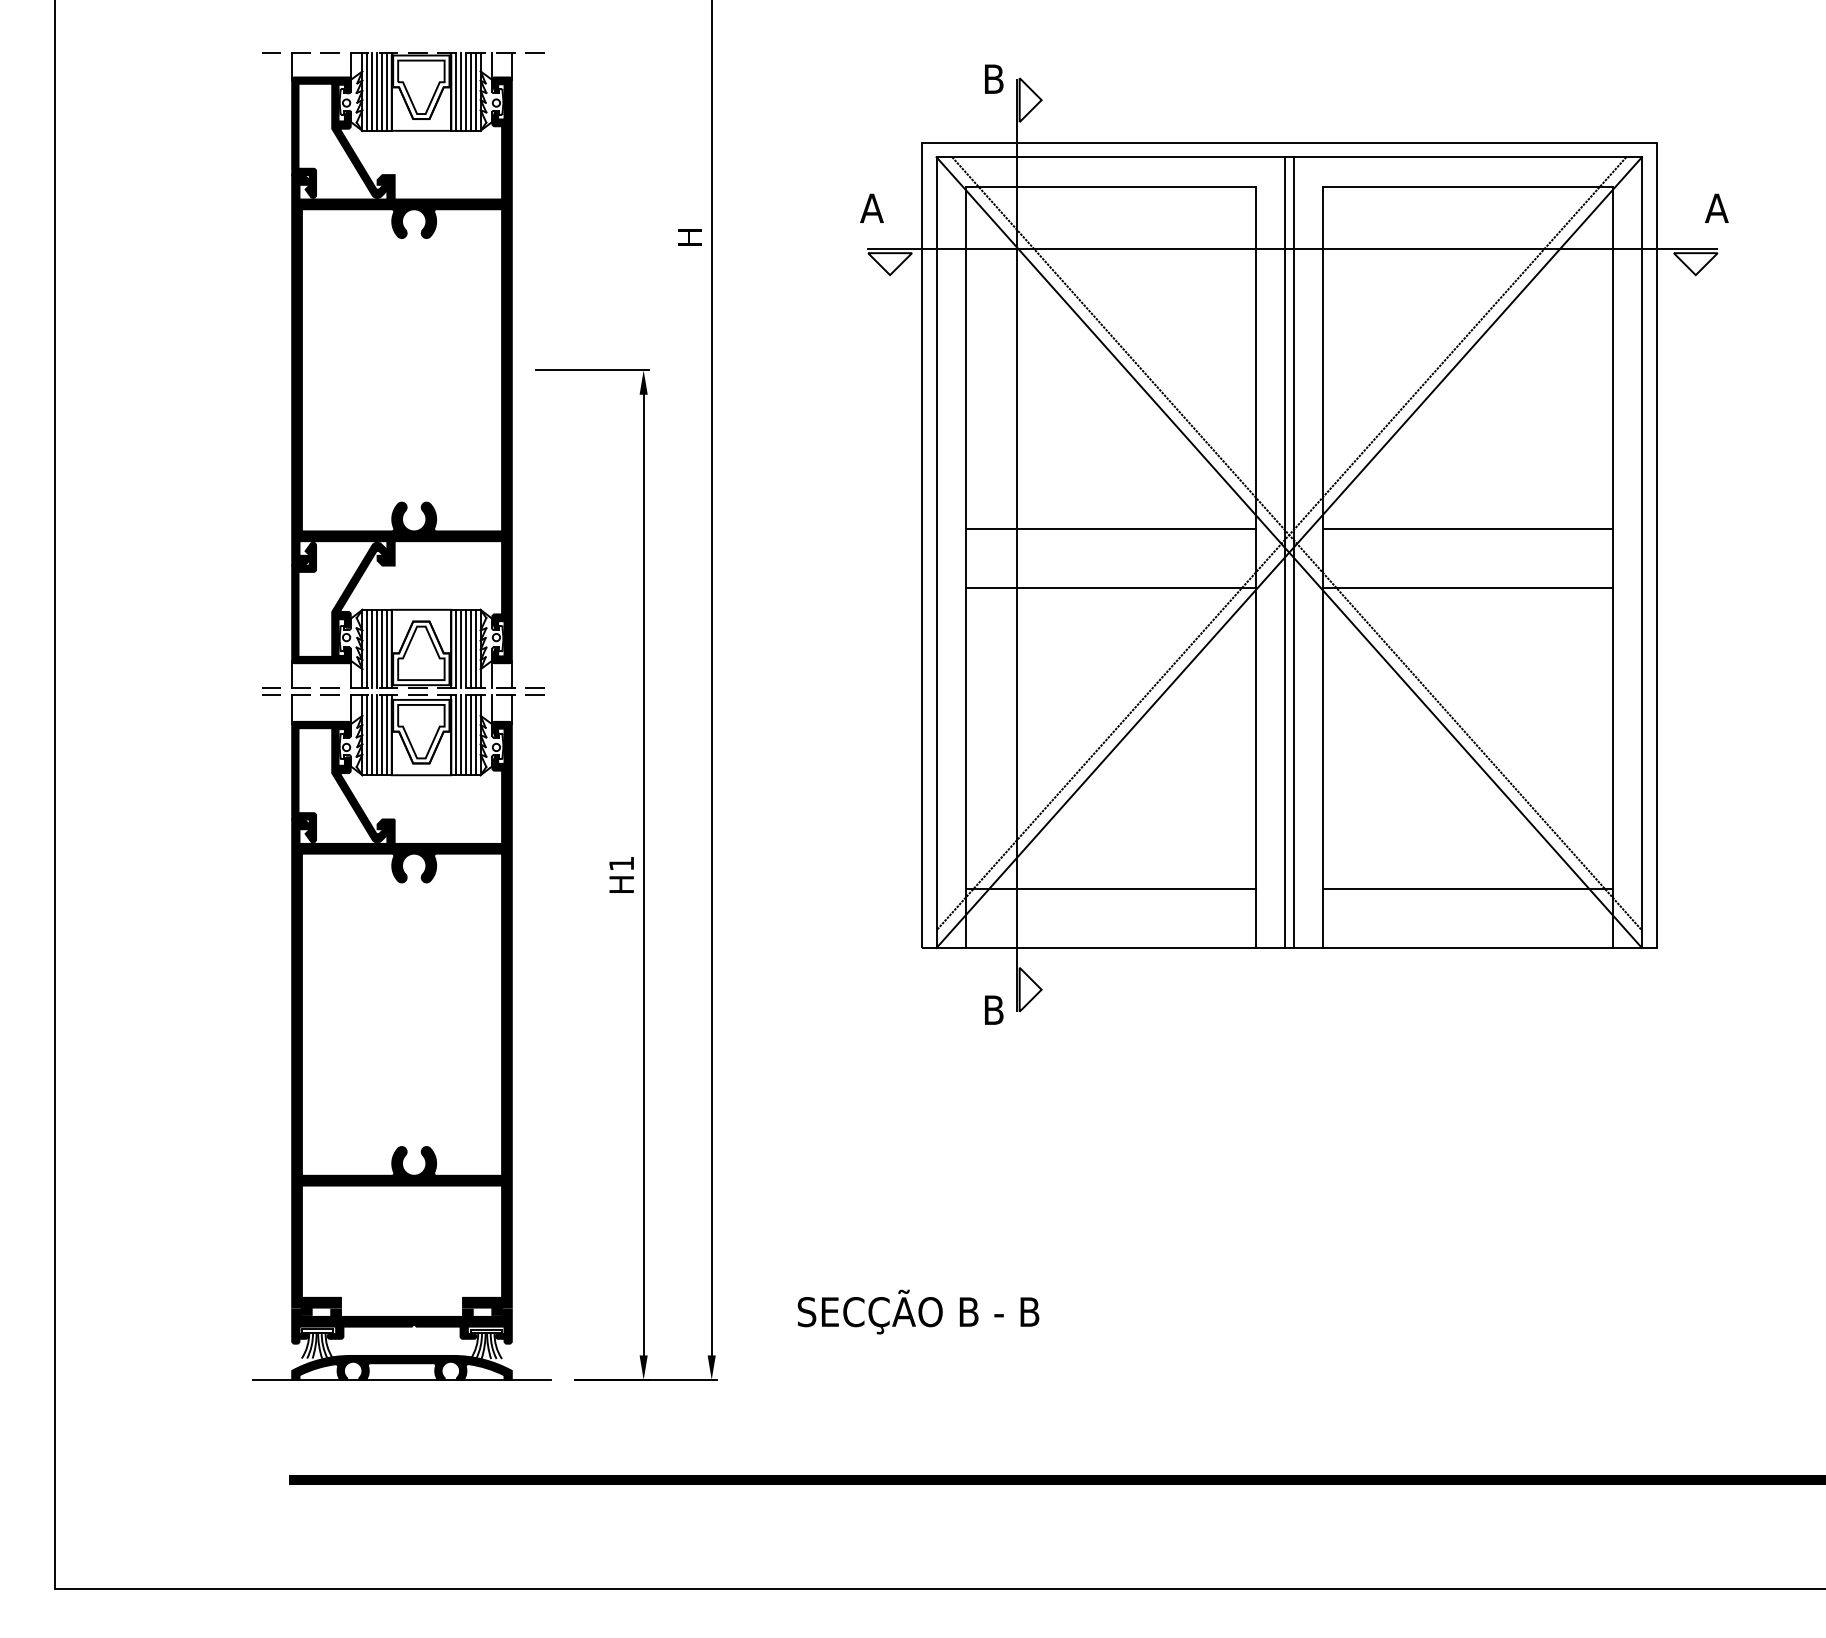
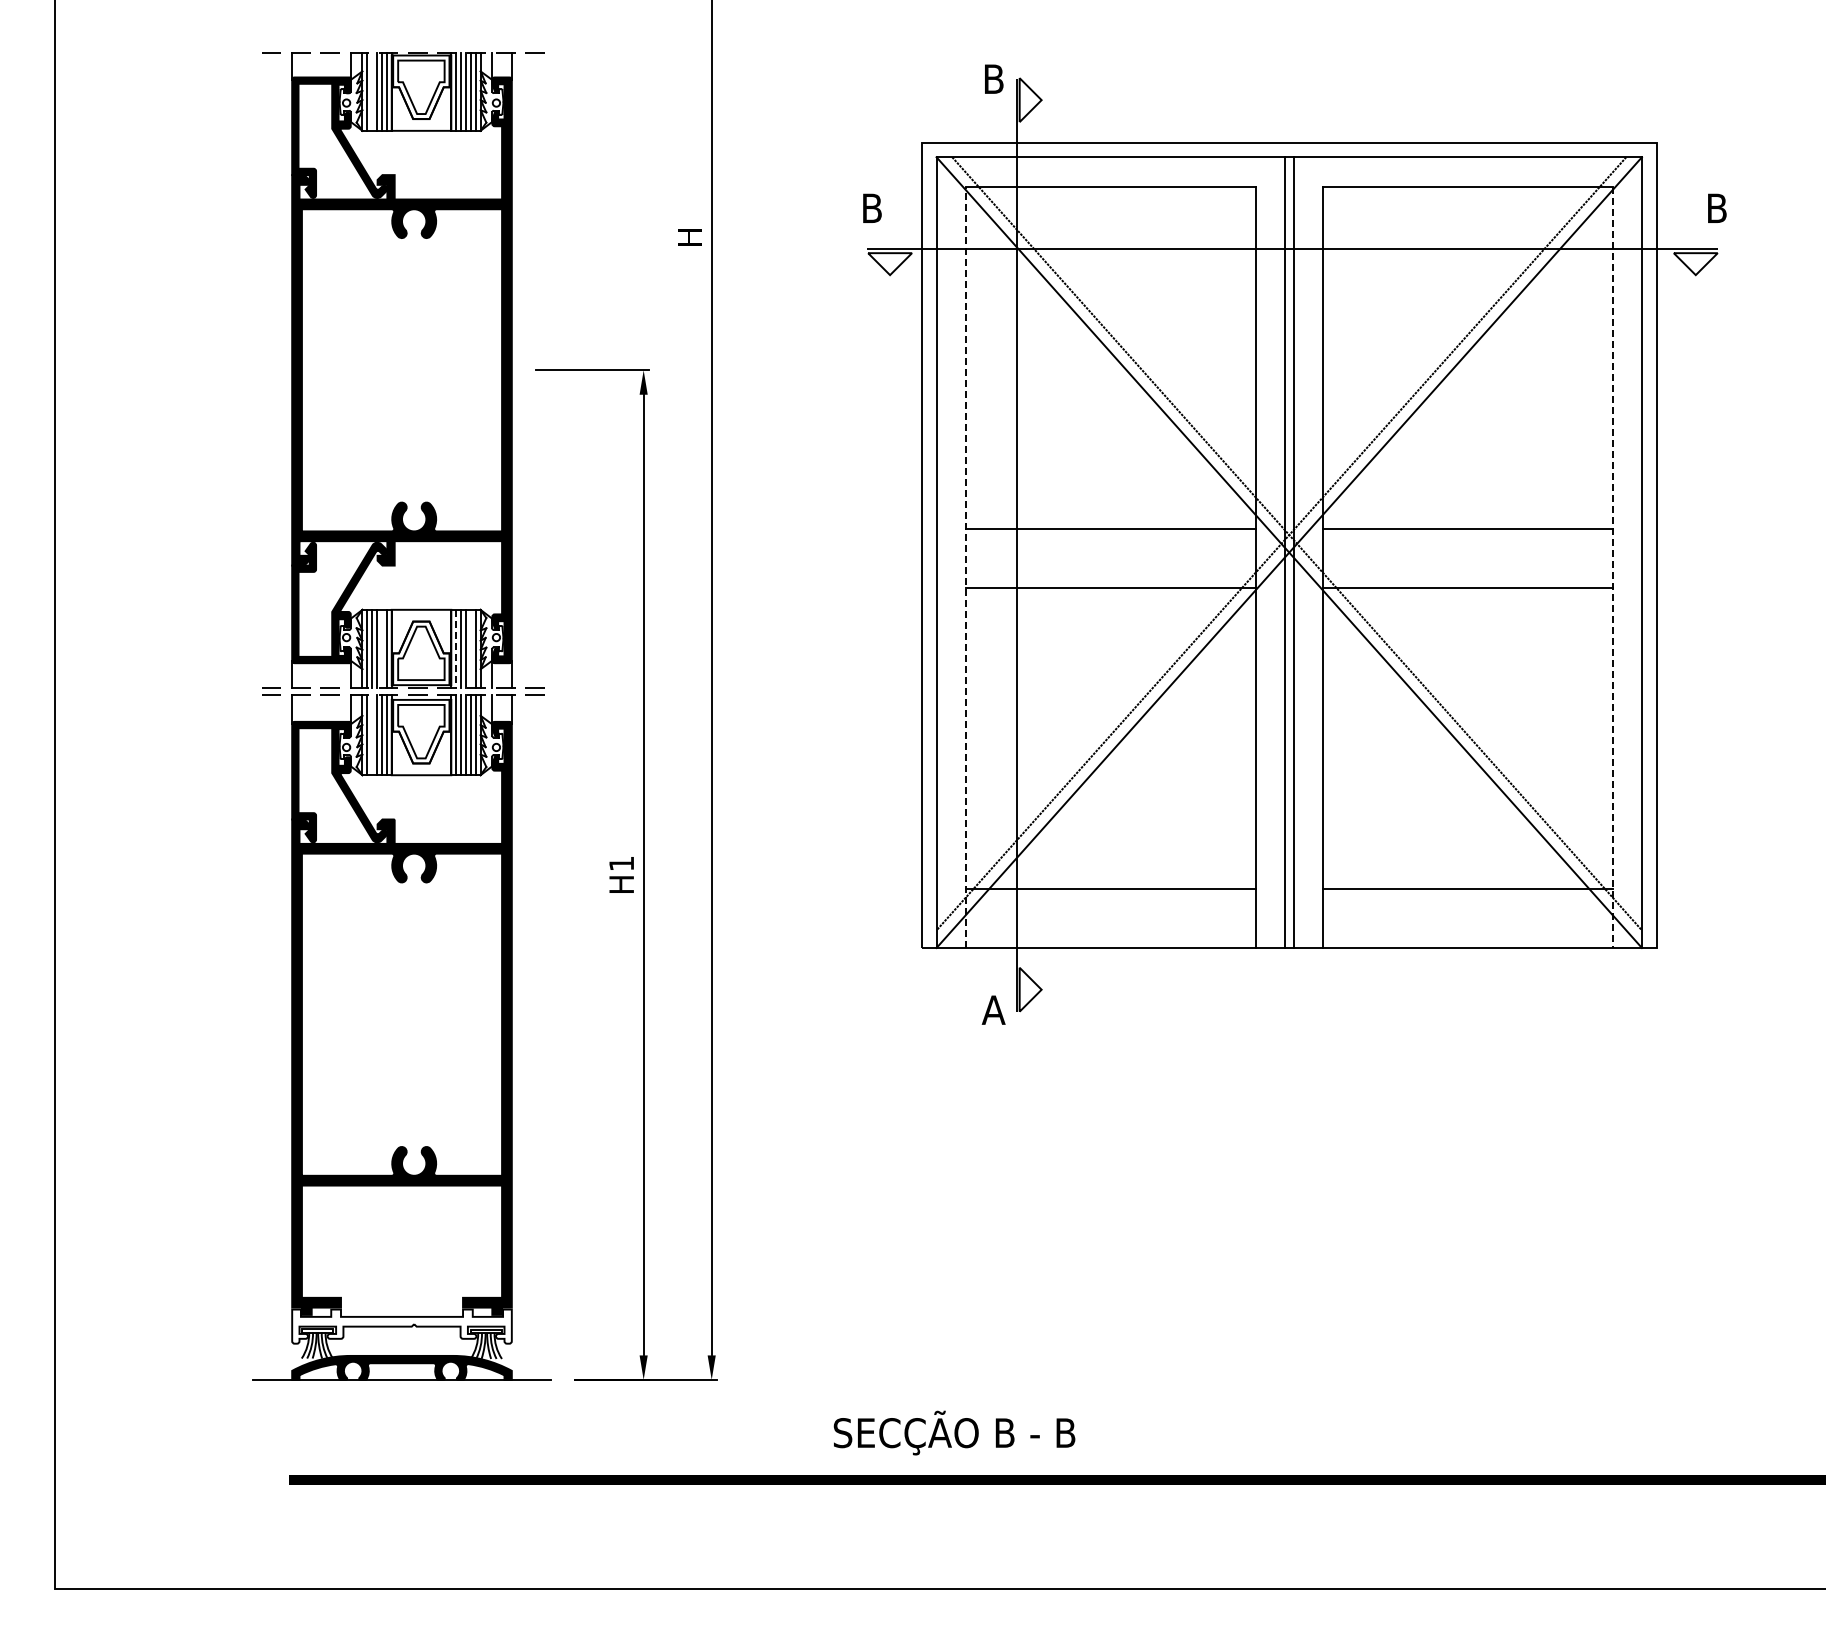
line at (372, 91): present -> none
text at (871, 207): A -> B
text at (1716, 207): A -> B
line at (965, 567): solid -> dashed
line at (1612, 567): solid -> dashed
line at (382, 648): present -> none
line at (456, 648): solid -> dashed
line at (470, 648): present -> none
line at (372, 735): present -> none
text at (993, 1009): B -> A
text at (918, 1311) position: (918, 1311) -> (954, 1432)
fill at (401, 1326): present -> none
